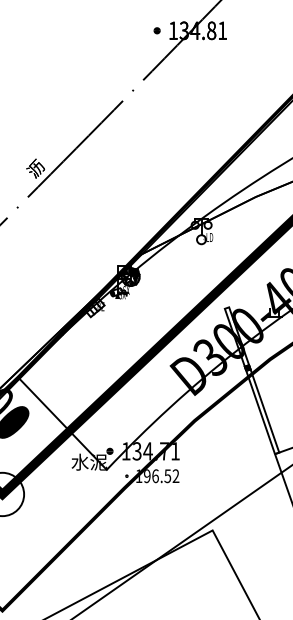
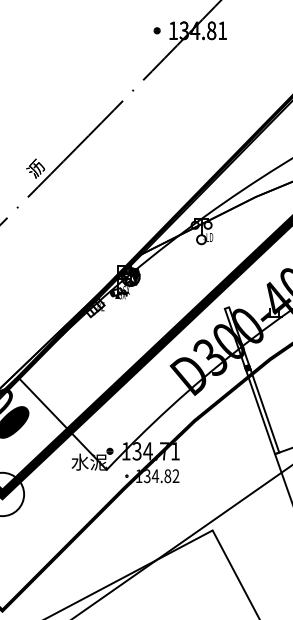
text at (157, 476): 196.52 -> 134.82
